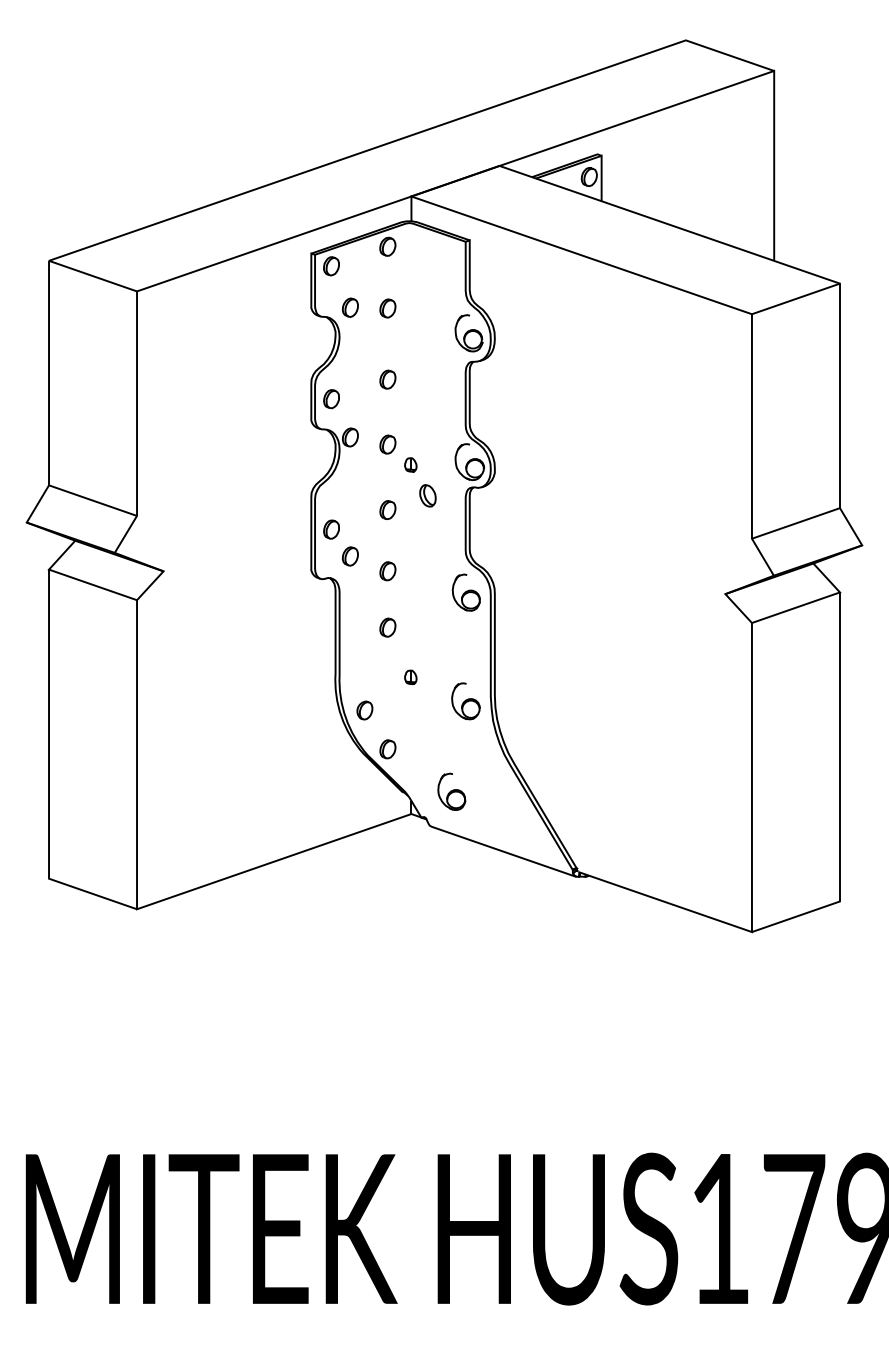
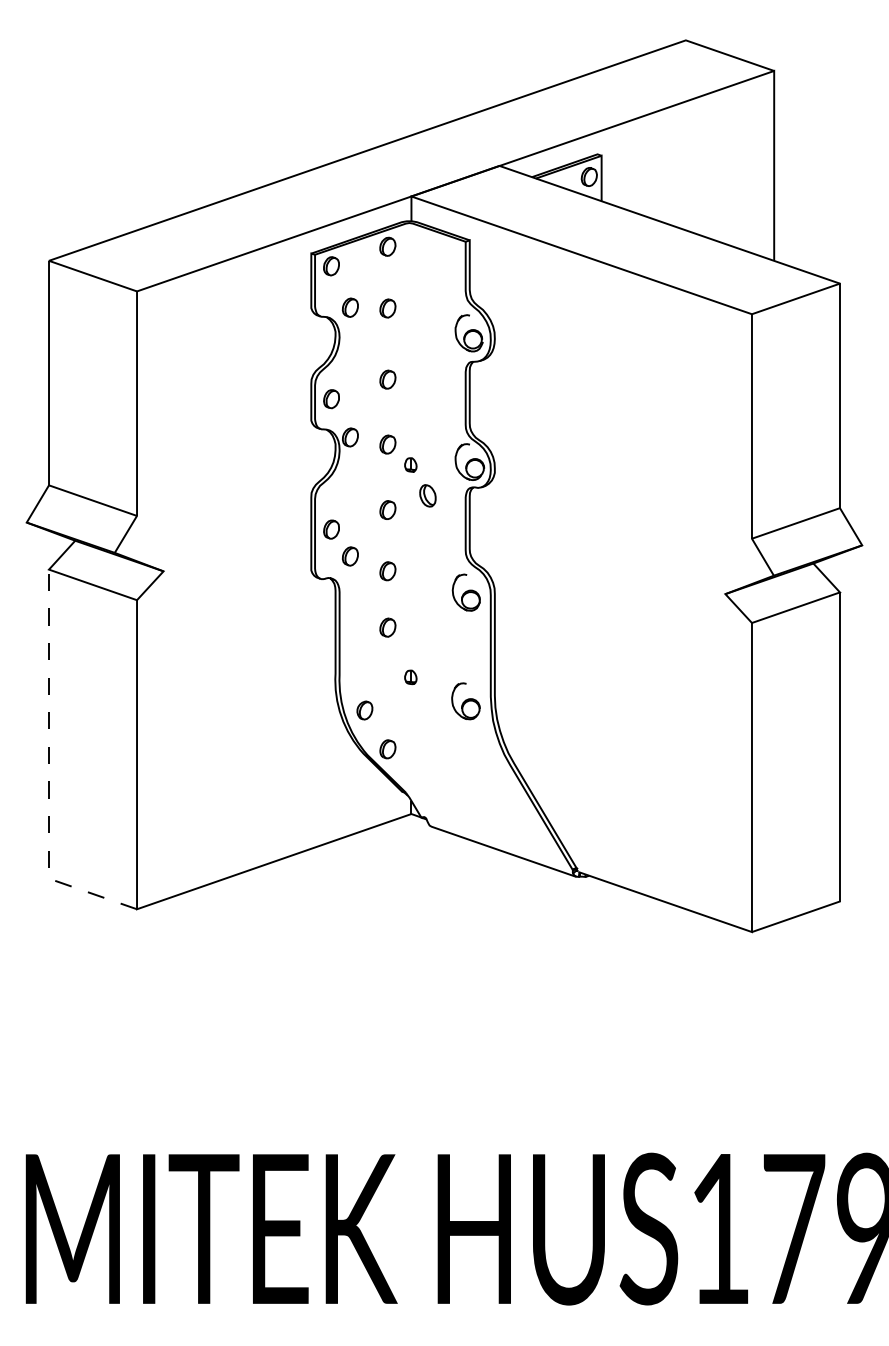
line at (49, 771): solid -> dashed
part at (451, 791): present -> none
